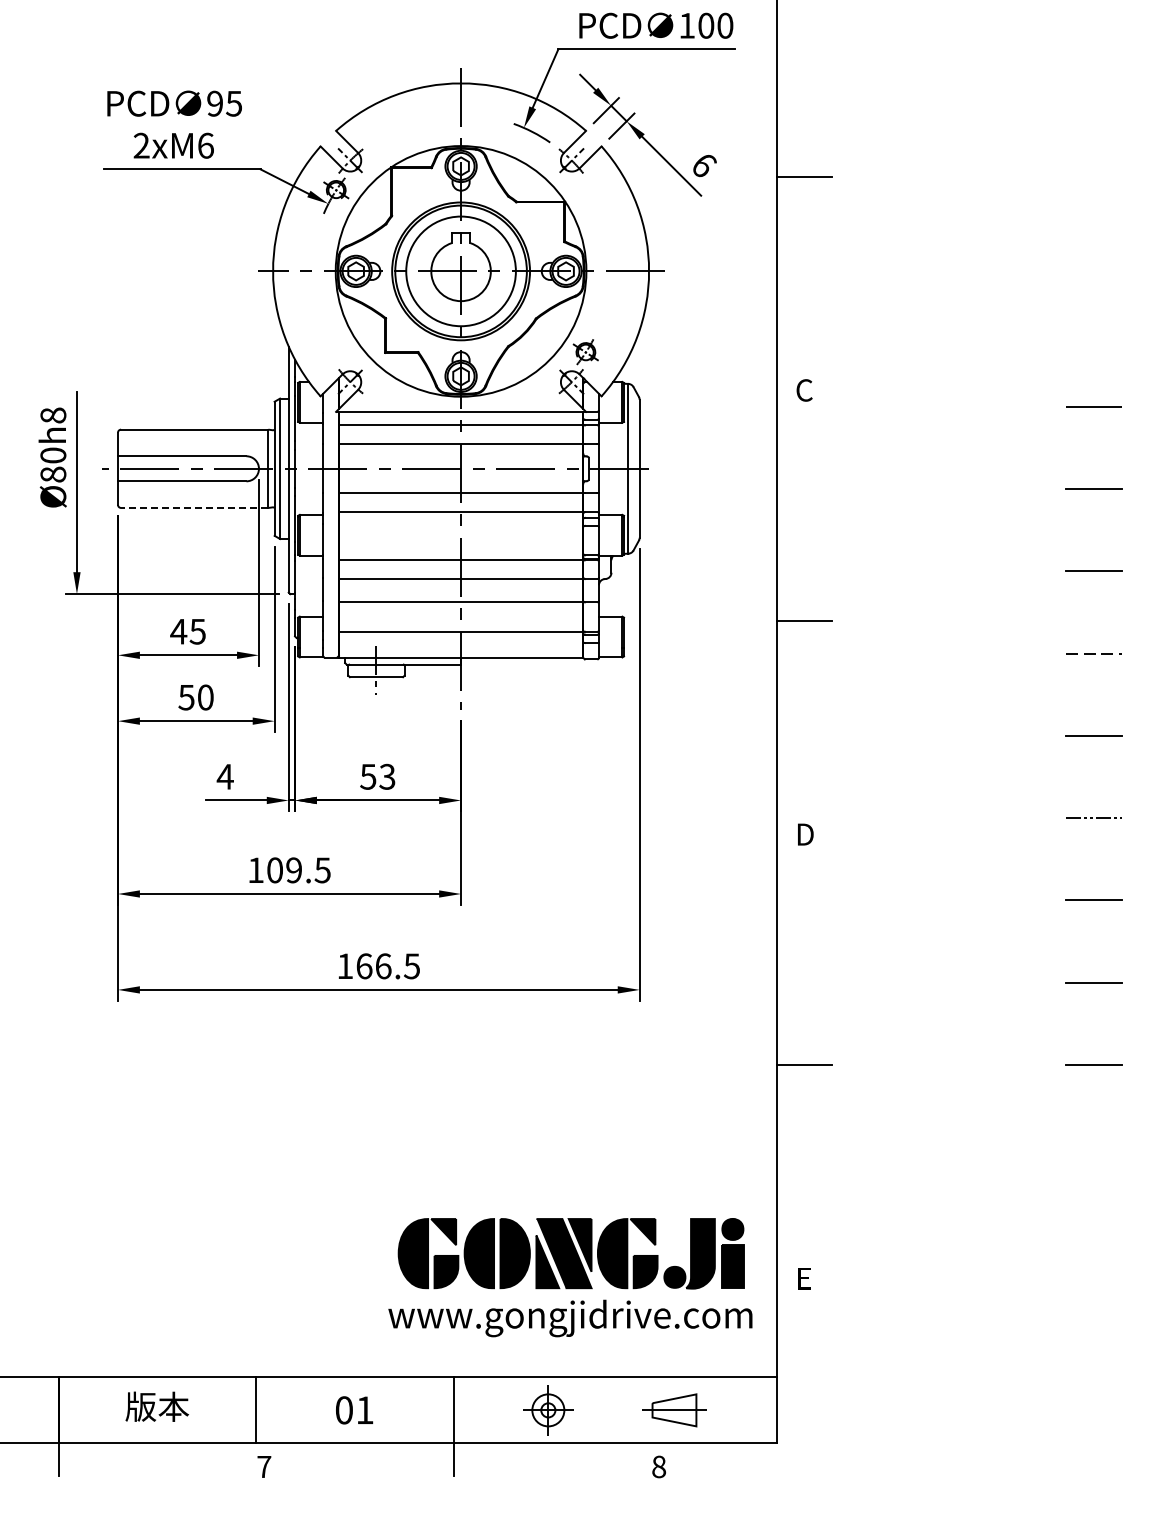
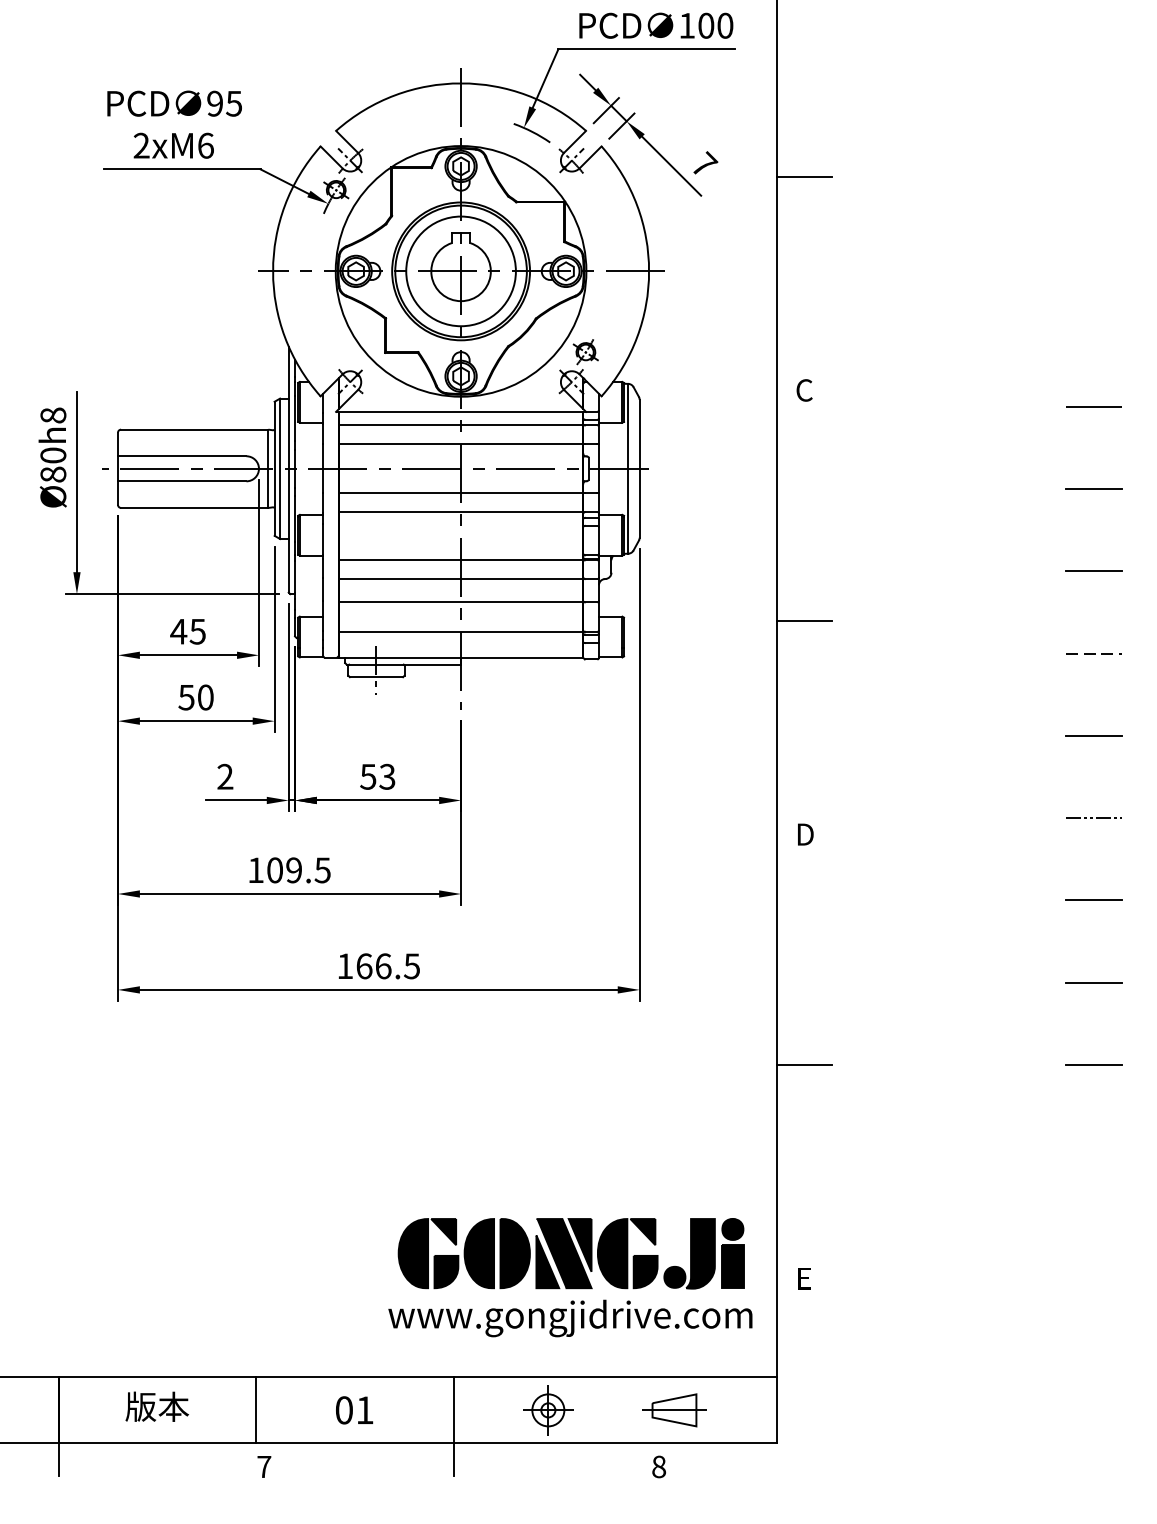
text at (705, 164): 6 -> 7
line at (194, 507): dashed -> solid
text at (224, 776): 4 -> 2
